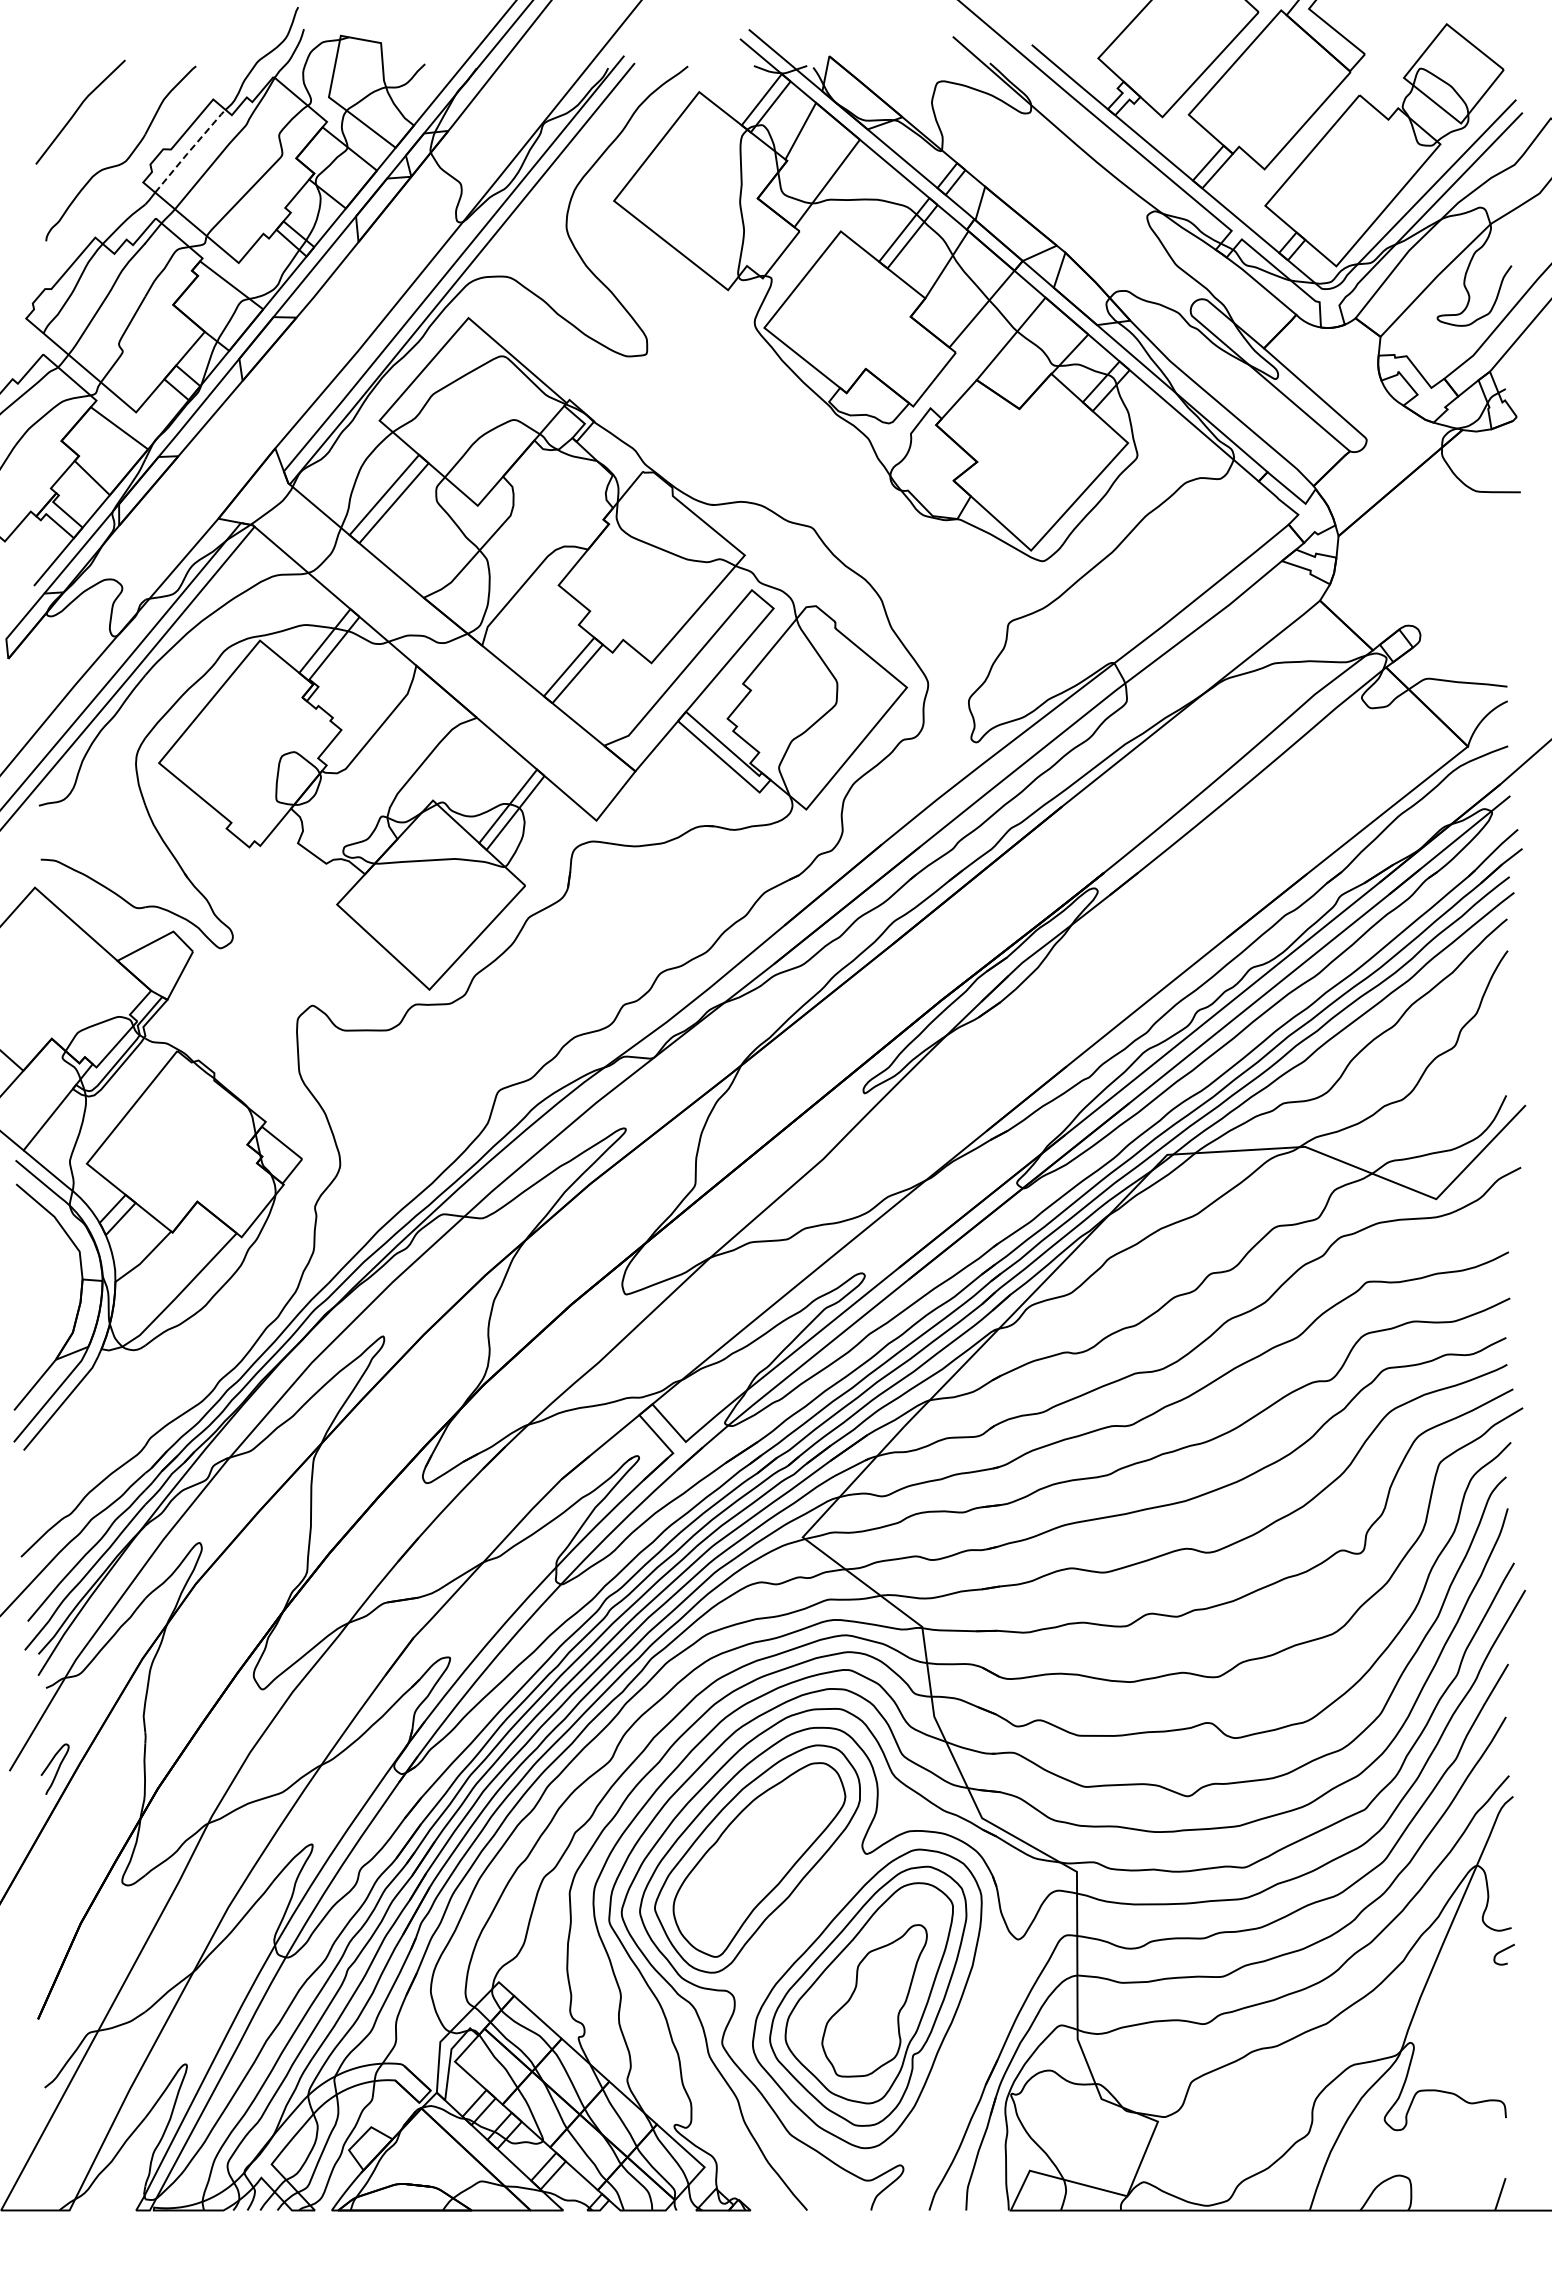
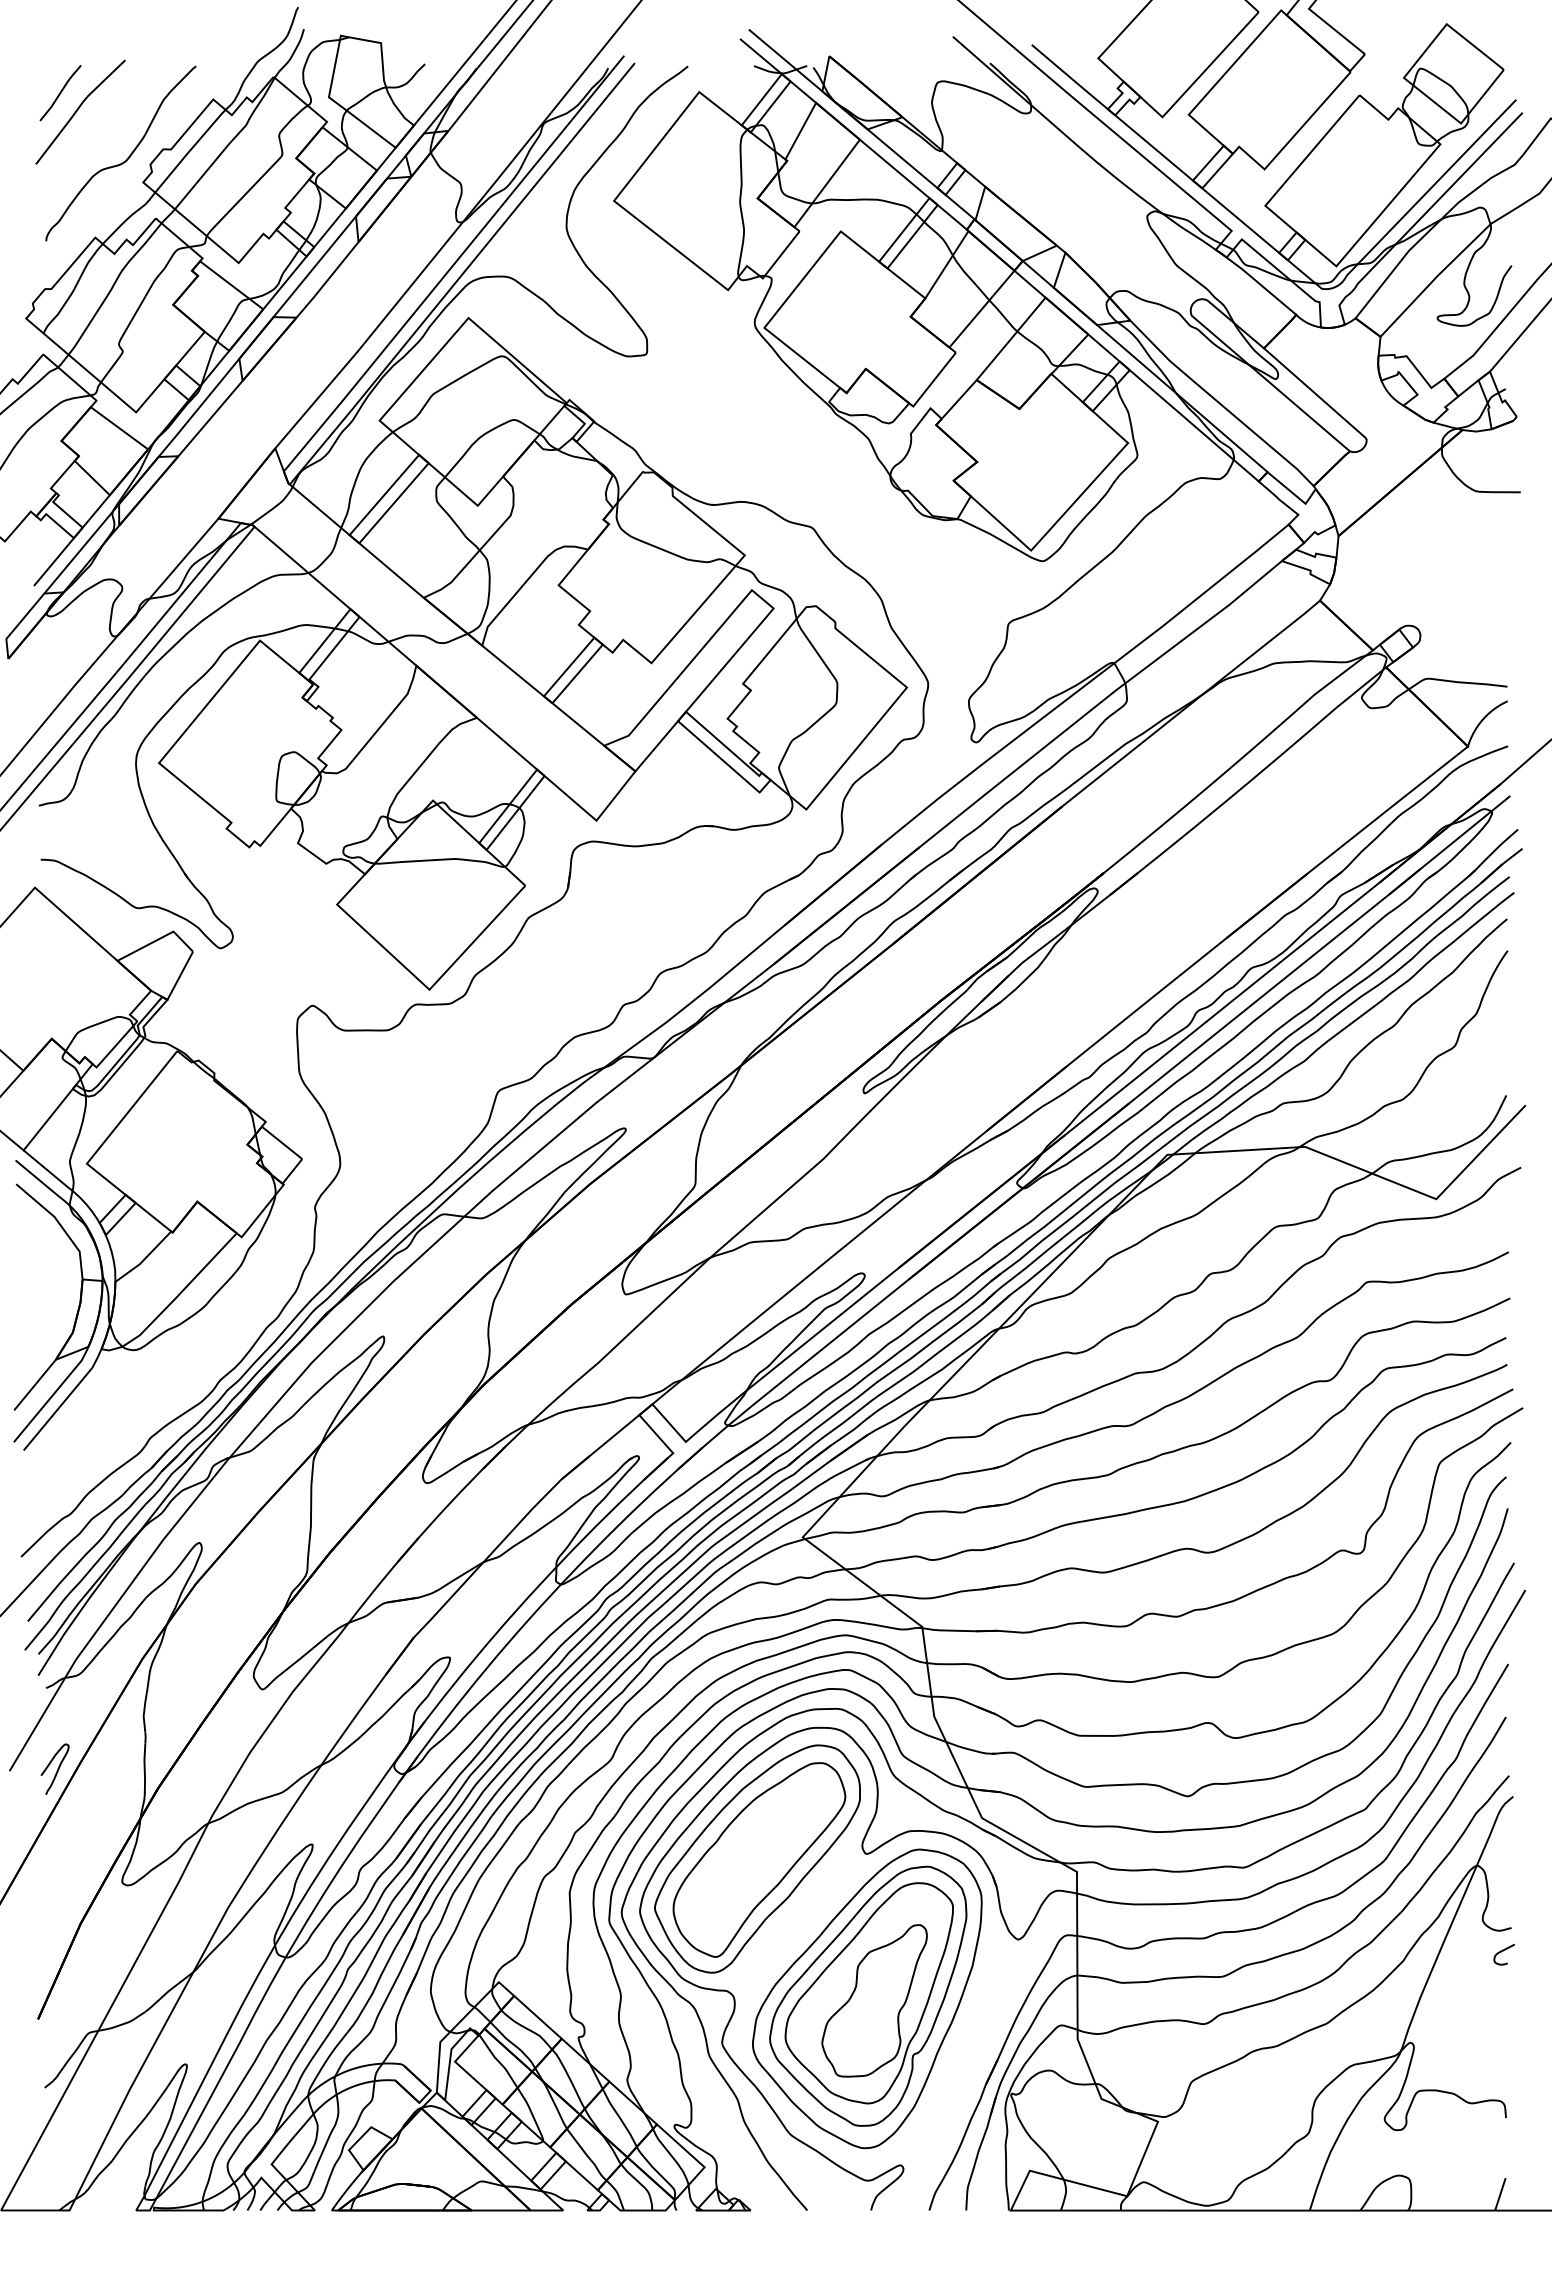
line at (60, 93): none -> present
line at (190, 150): dashed -> solid
